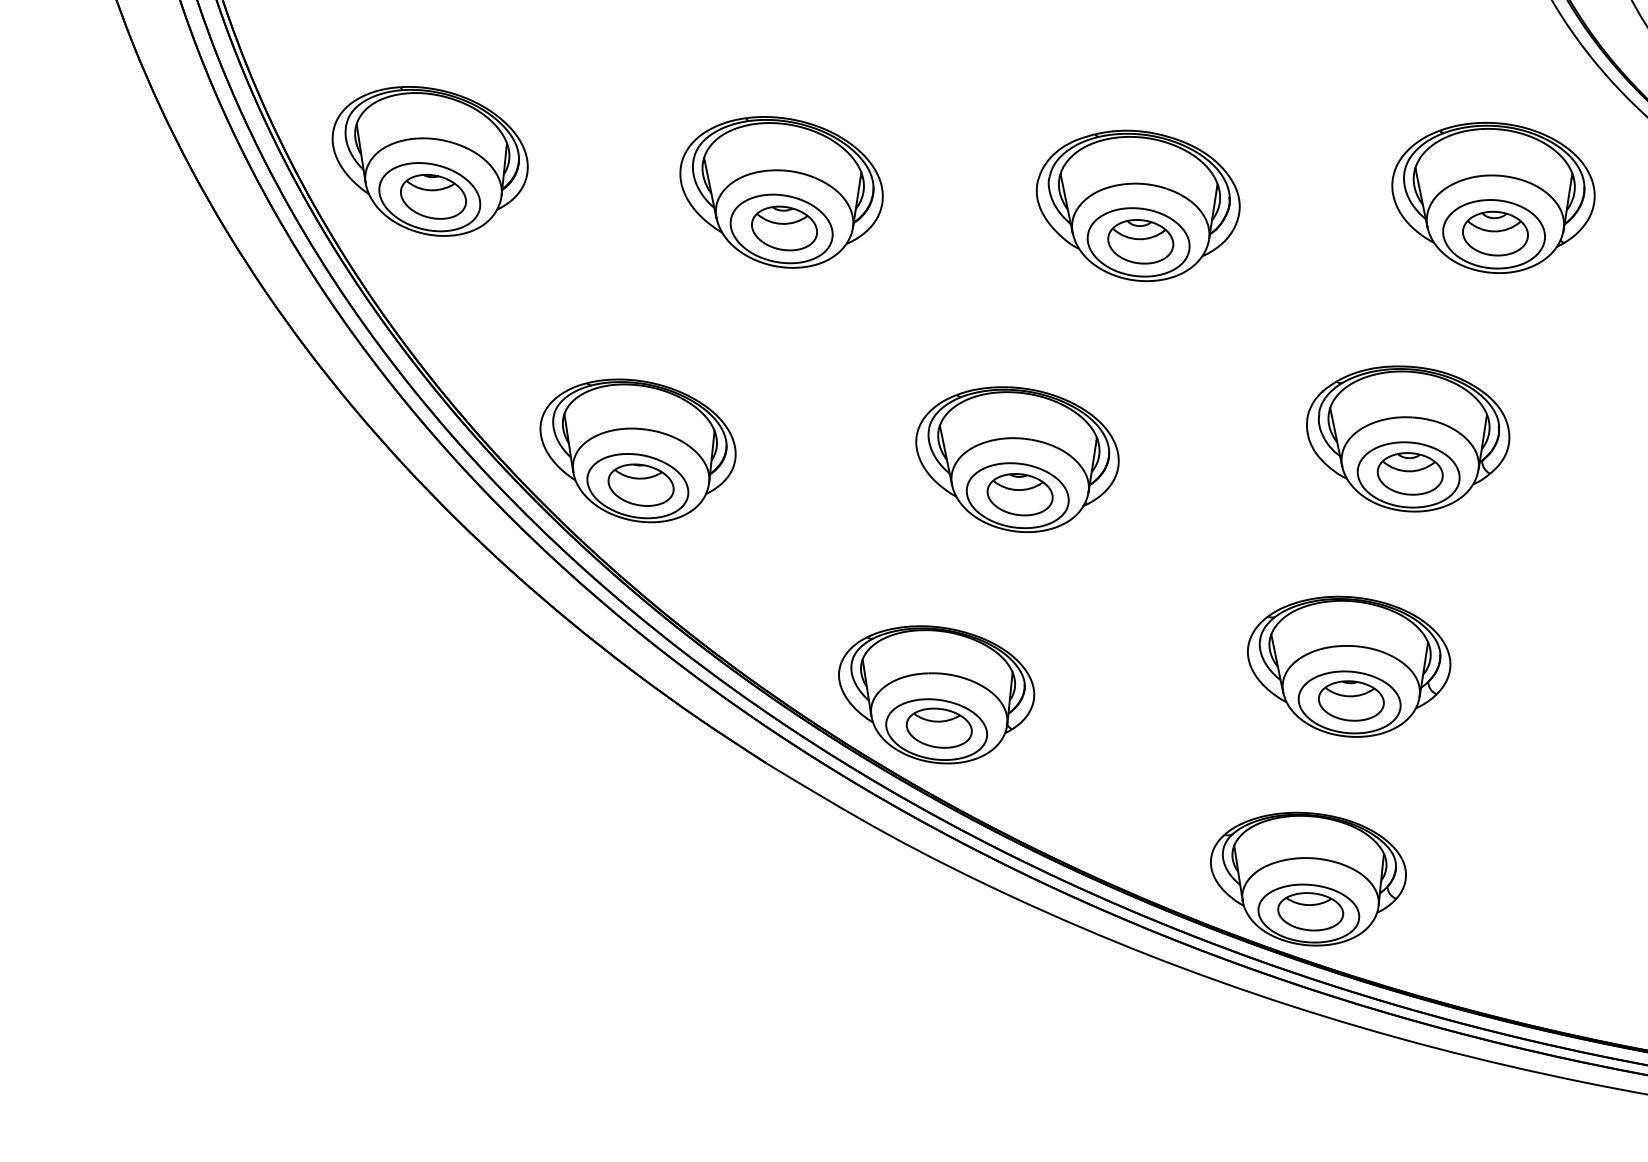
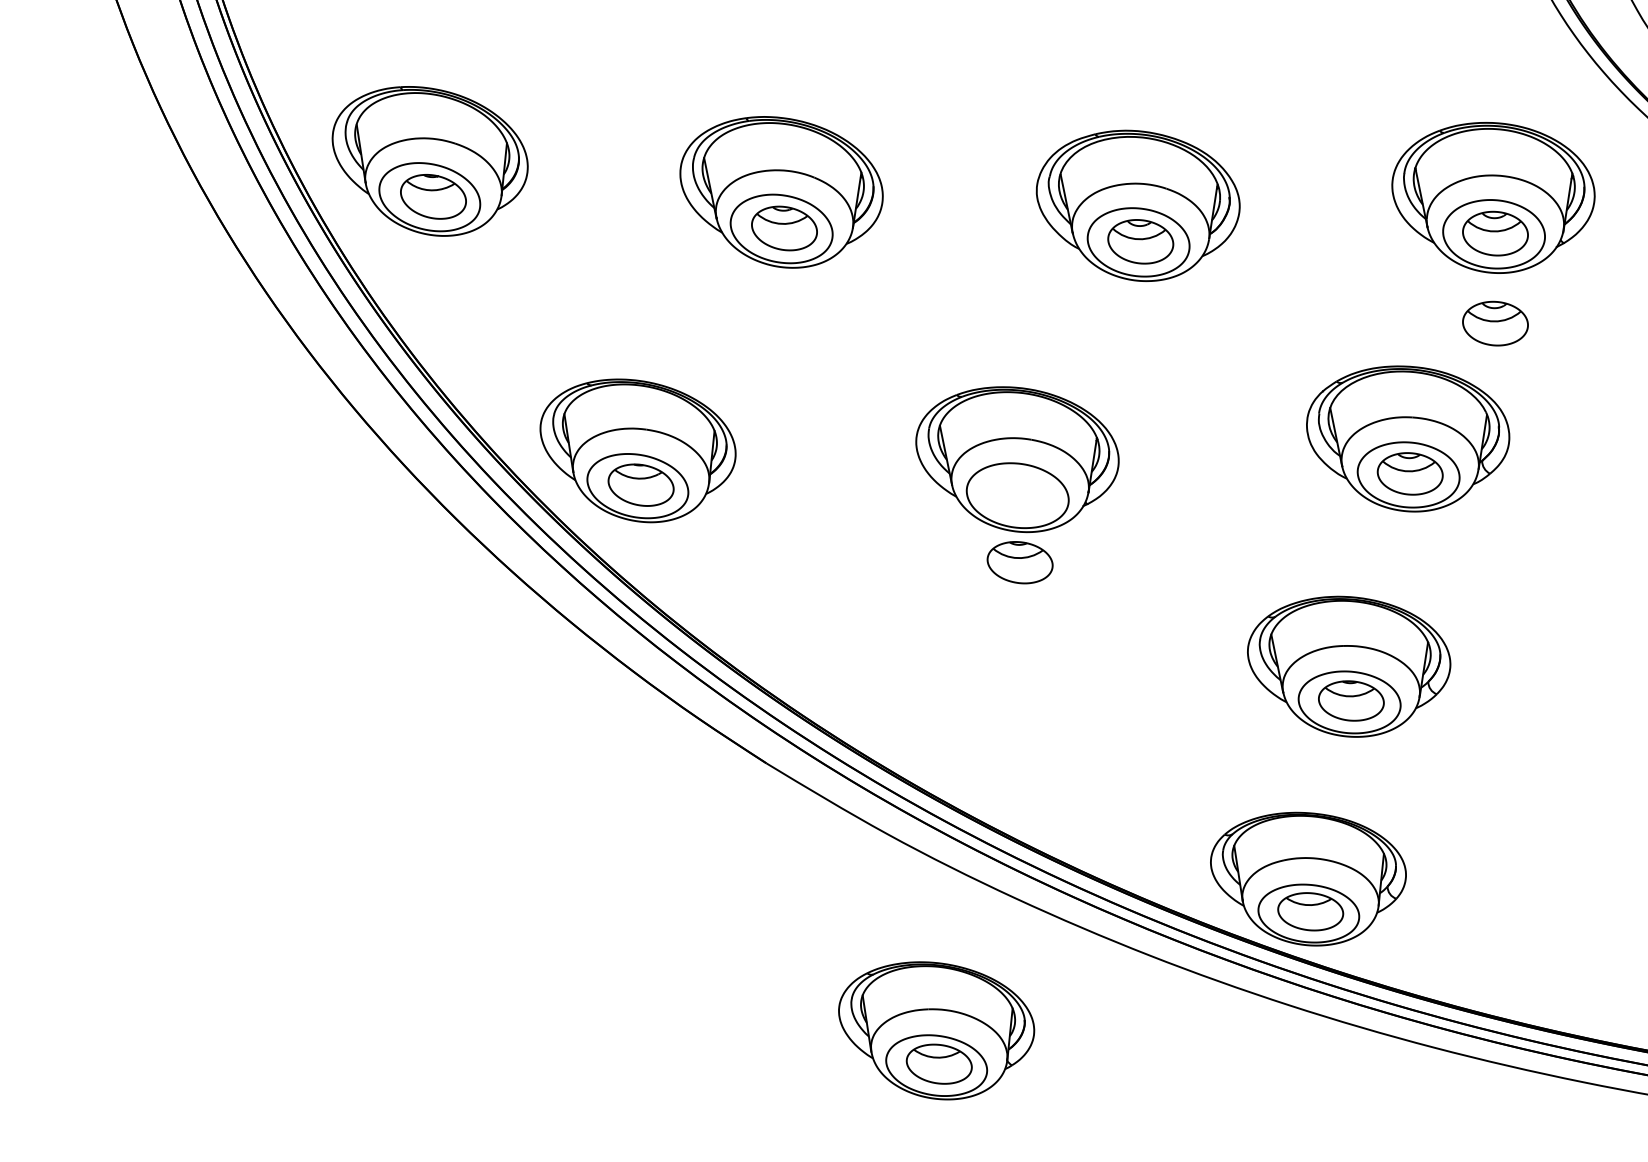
part at (1495, 323): none -> present
part at (1019, 494) position: (1019, 494) -> (1019, 562)
part at (936, 694) position: (936, 694) -> (936, 1030)
